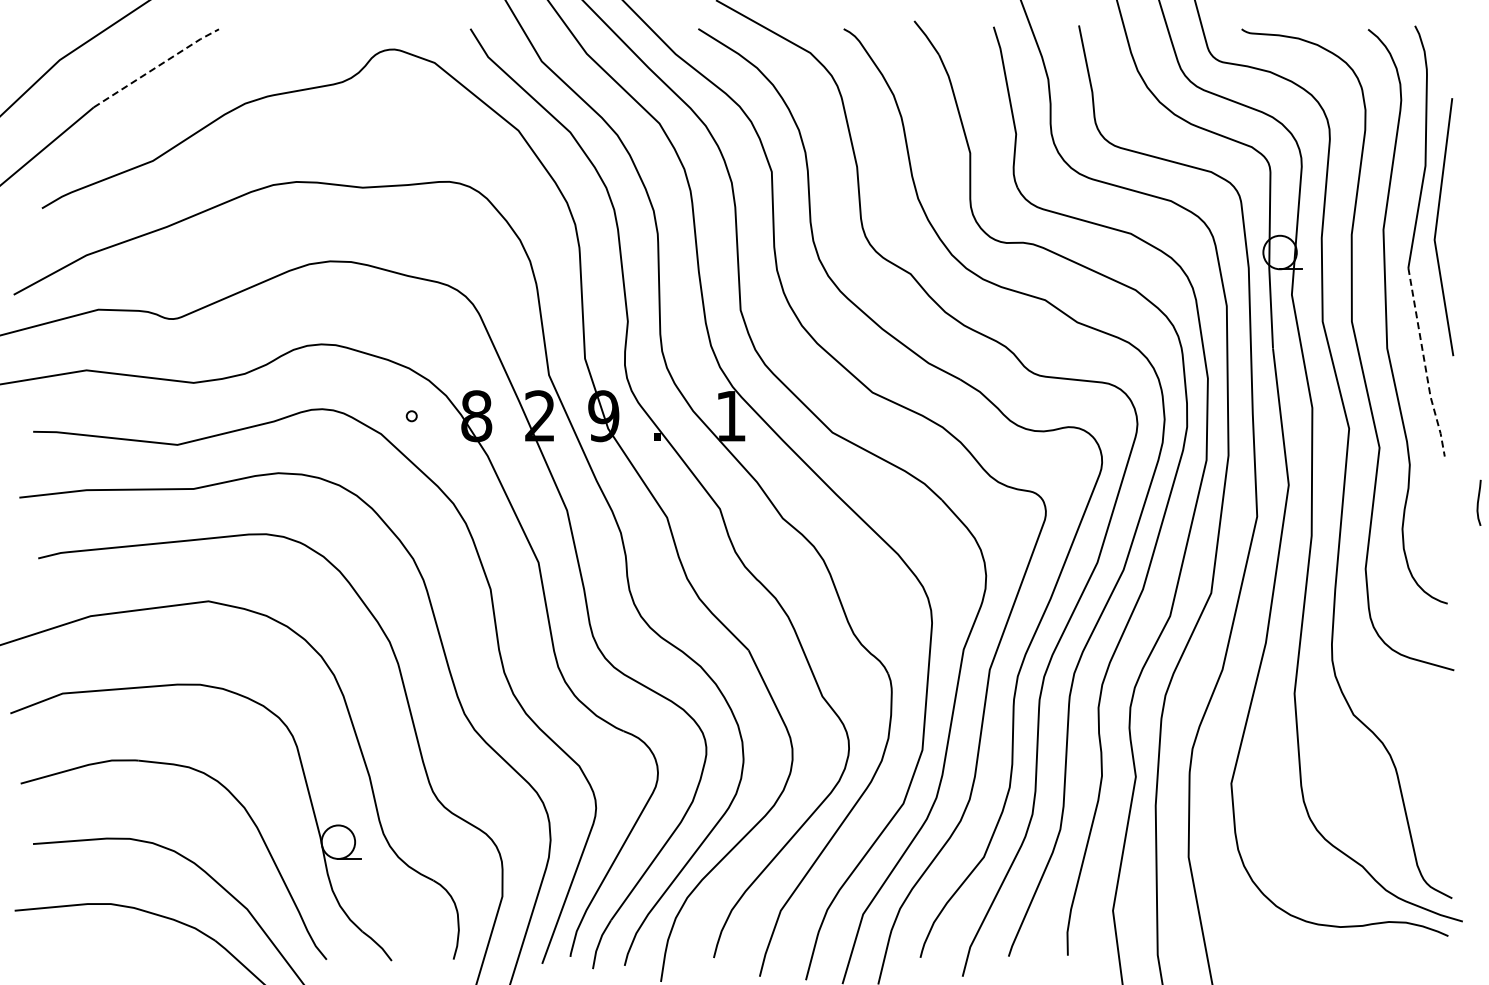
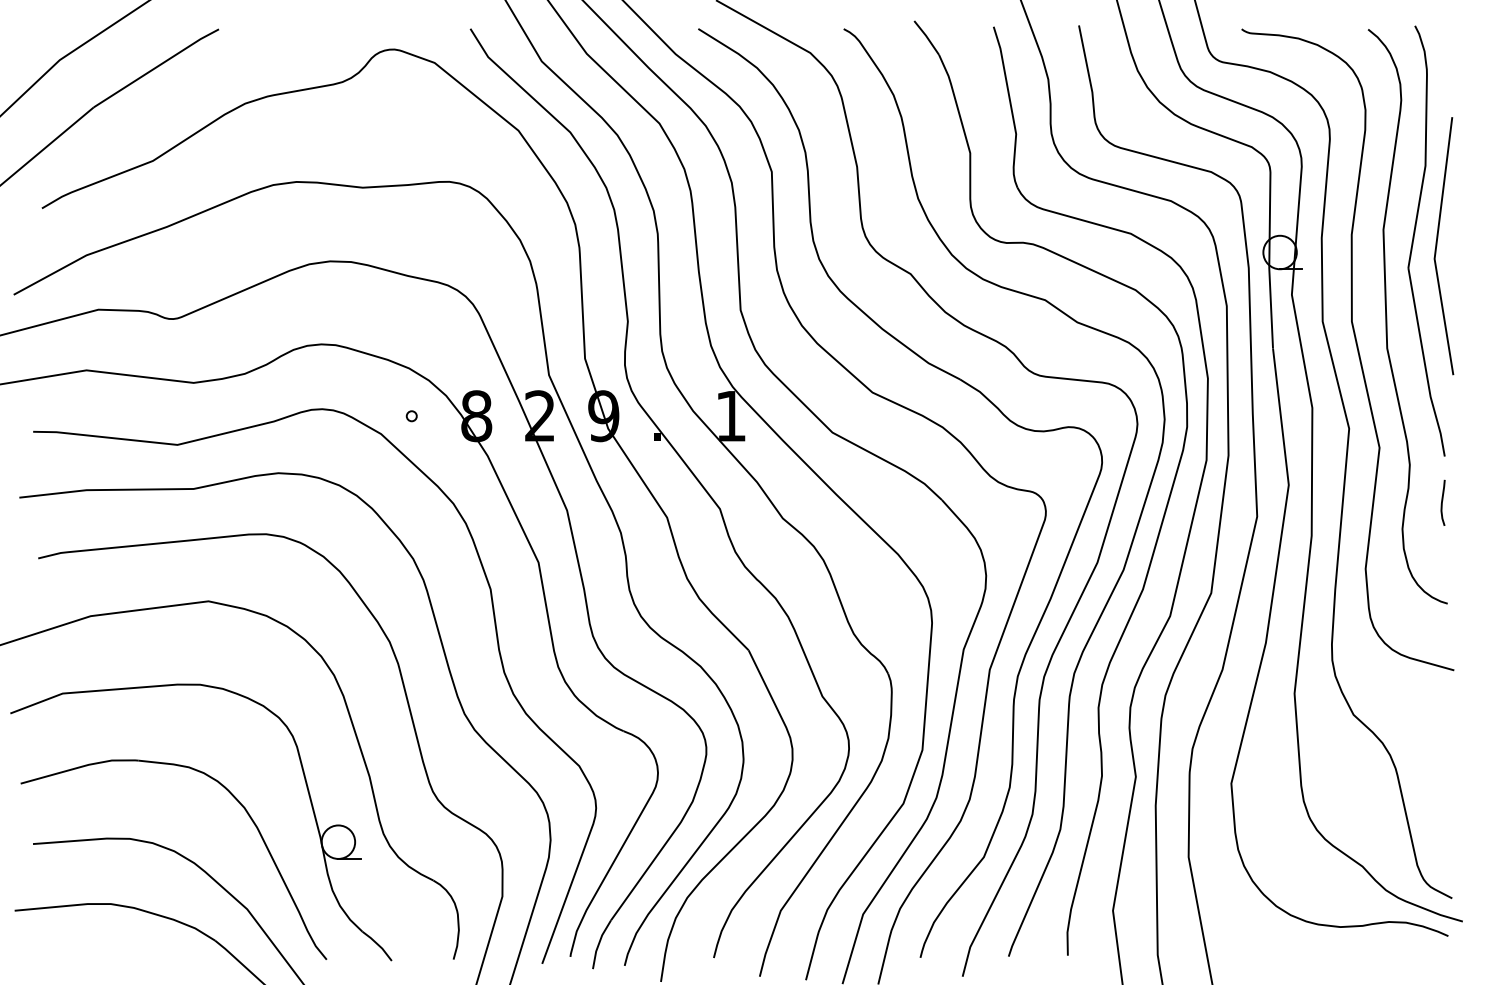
line at (156, 67): dashed -> solid
line at (1437, 227) position: (1437, 227) -> (1437, 246)
line at (1425, 364): dashed -> solid
curve at (1478, 502) position: (1478, 502) -> (1442, 502)
